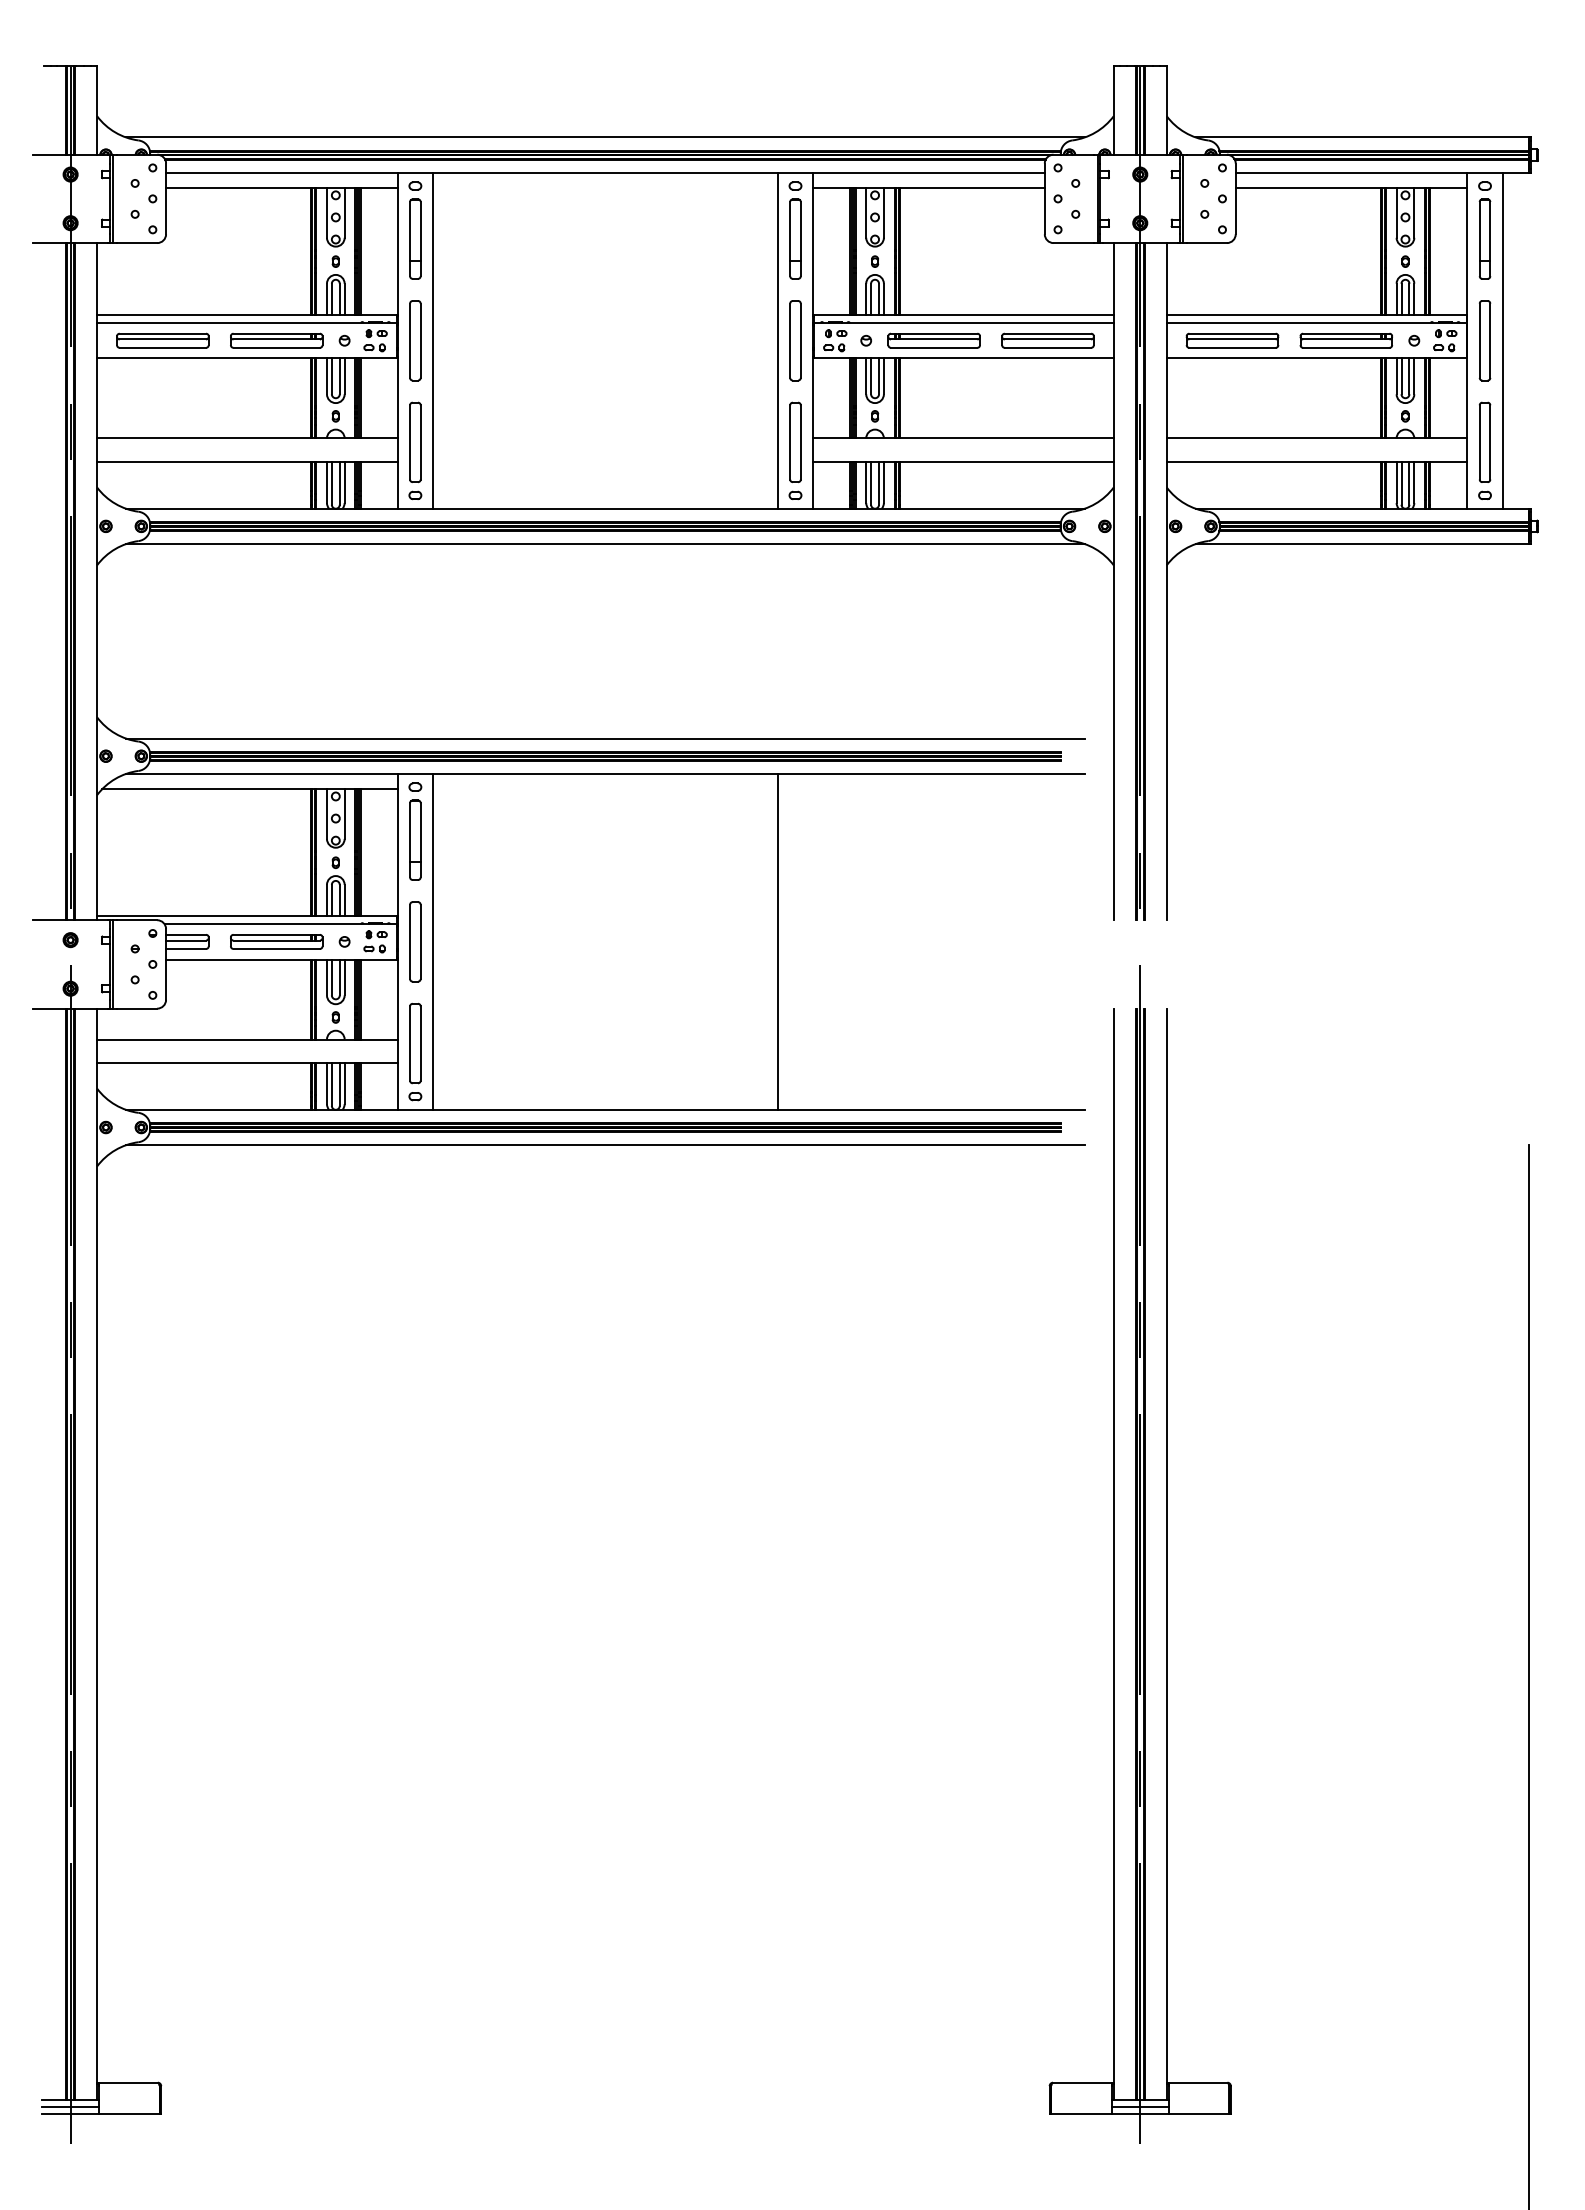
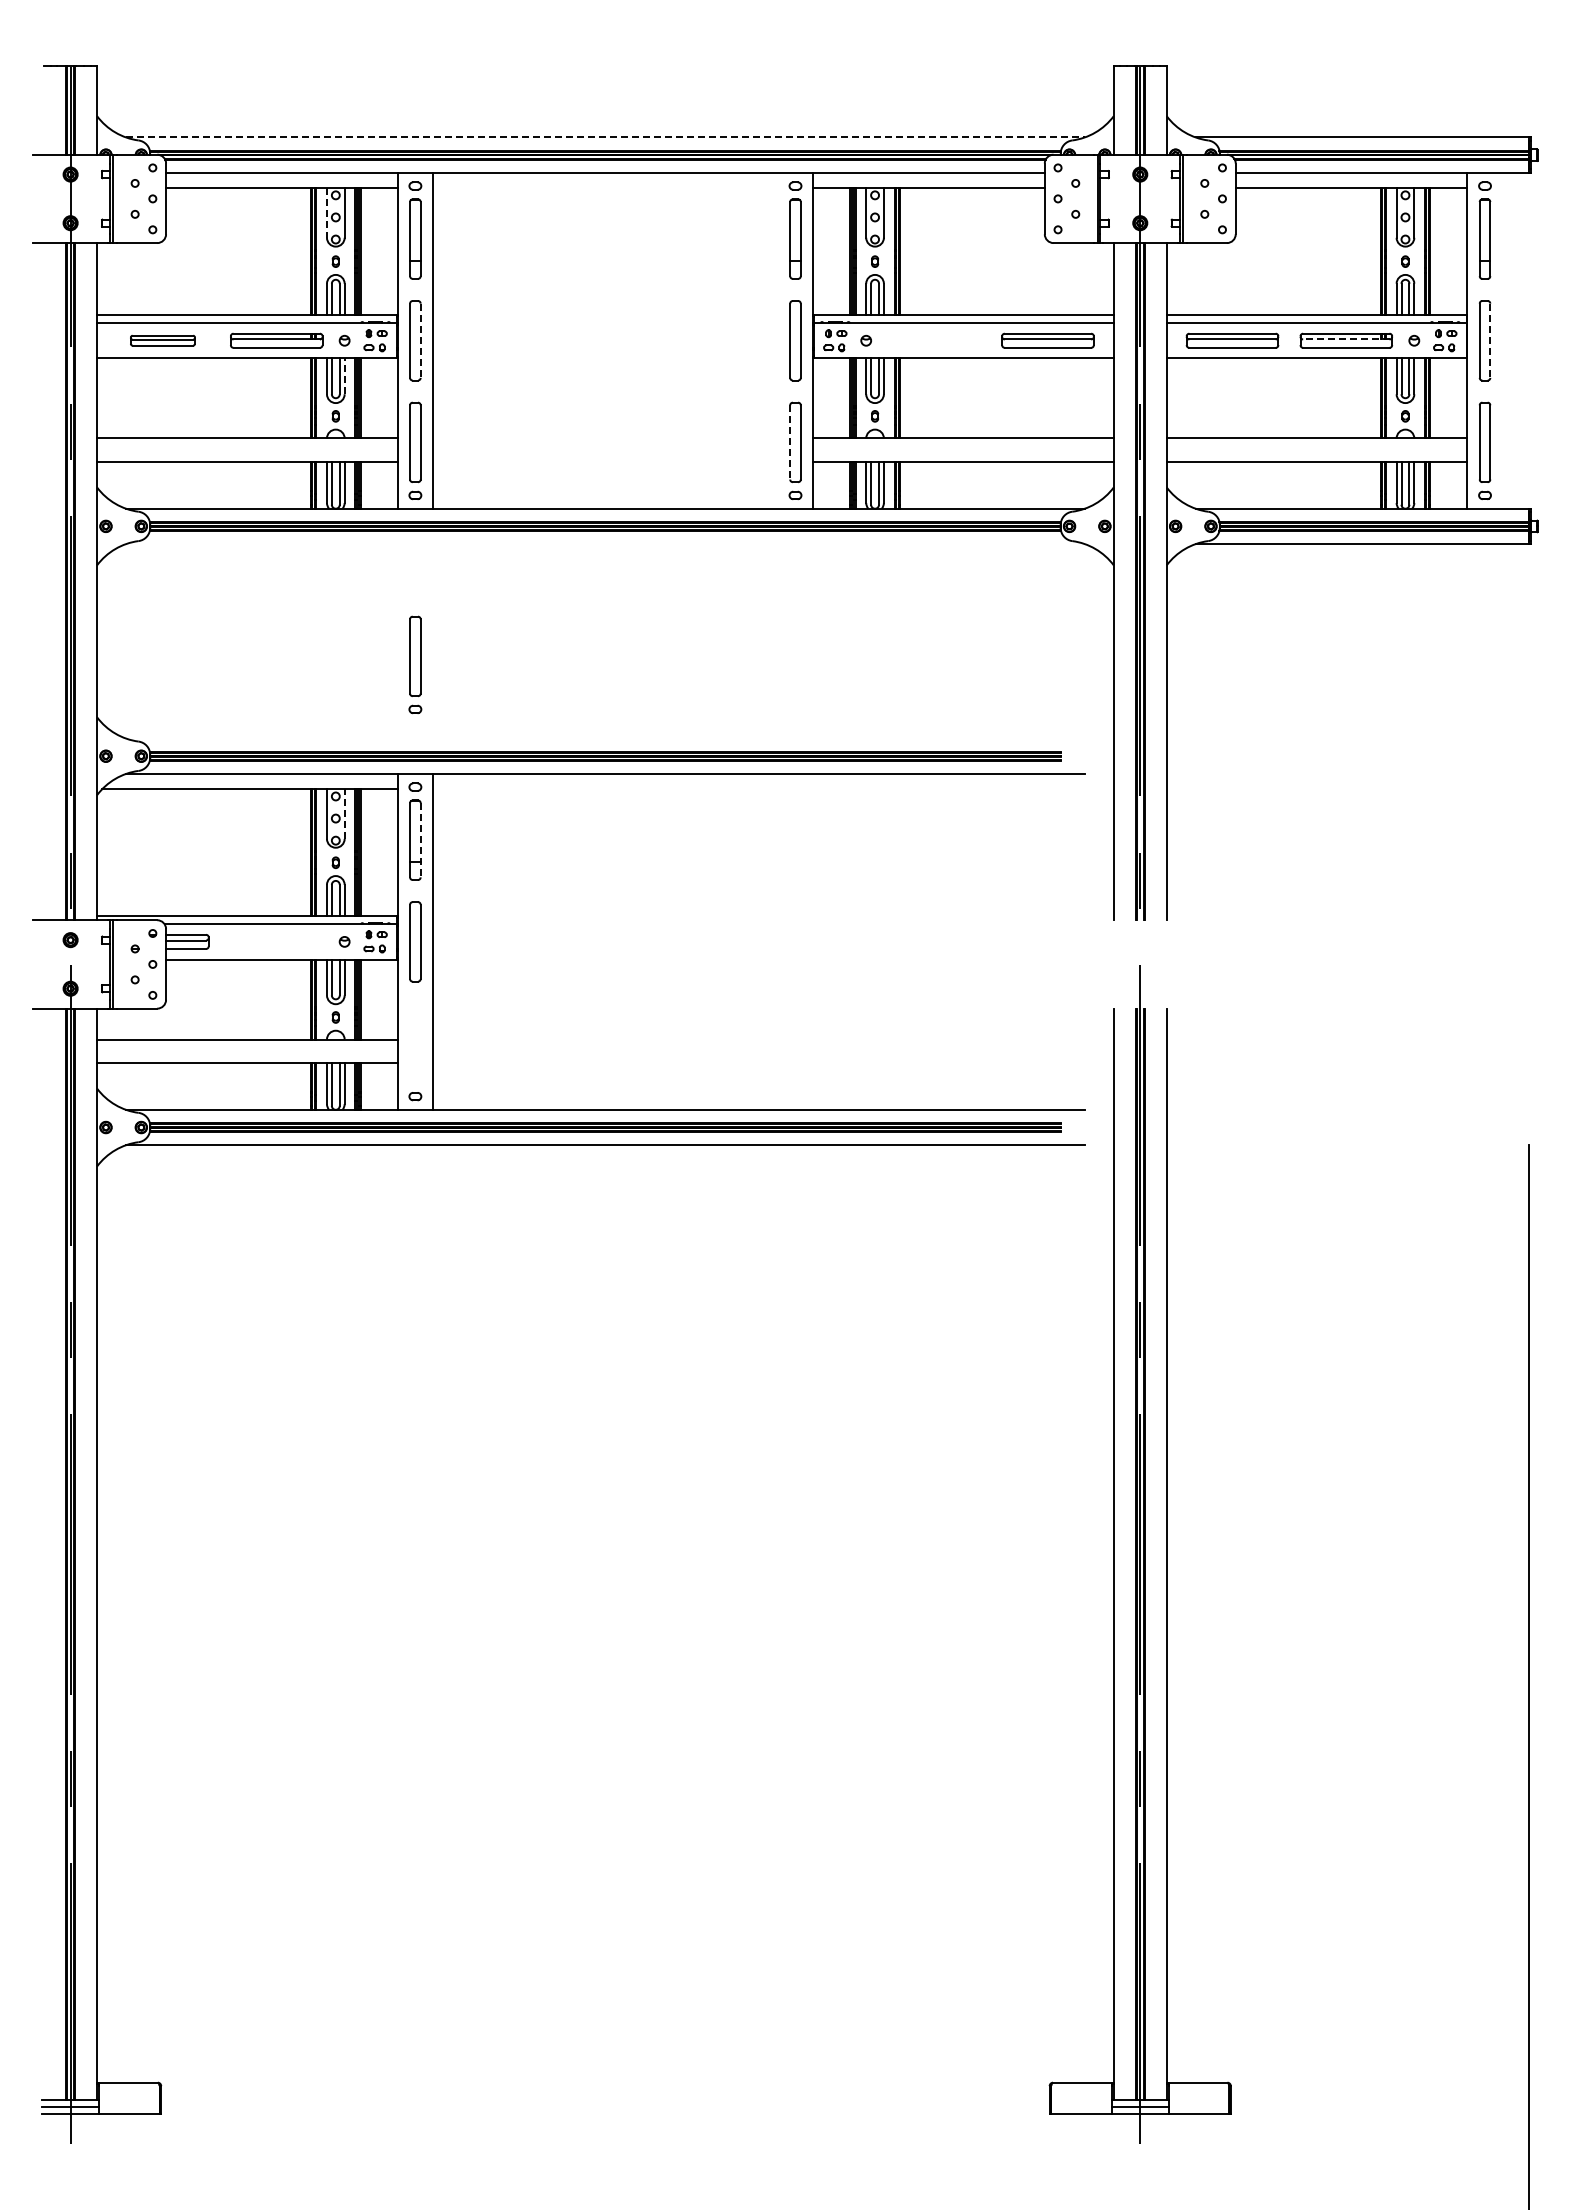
line at (605, 137): solid -> dashed
line at (326, 213): solid -> dashed
line at (1345, 339): solid -> dashed
part at (162, 340) size: 94x17 px -> 66x13 px
line at (777, 340): present -> none
part at (933, 340): present -> none
line at (1502, 340): present -> none
line at (420, 341): solid -> dashed
line at (1490, 341): solid -> dashed
line at (344, 376): solid -> dashed
line at (790, 442): solid -> dashed
line at (605, 544): present -> none
part at (415, 664): none -> present
line at (605, 738): present -> none
line at (344, 814): solid -> dashed
line at (420, 840): solid -> dashed
part at (276, 941): present -> none
line at (777, 941): present -> none
part at (415, 1043): present -> none
